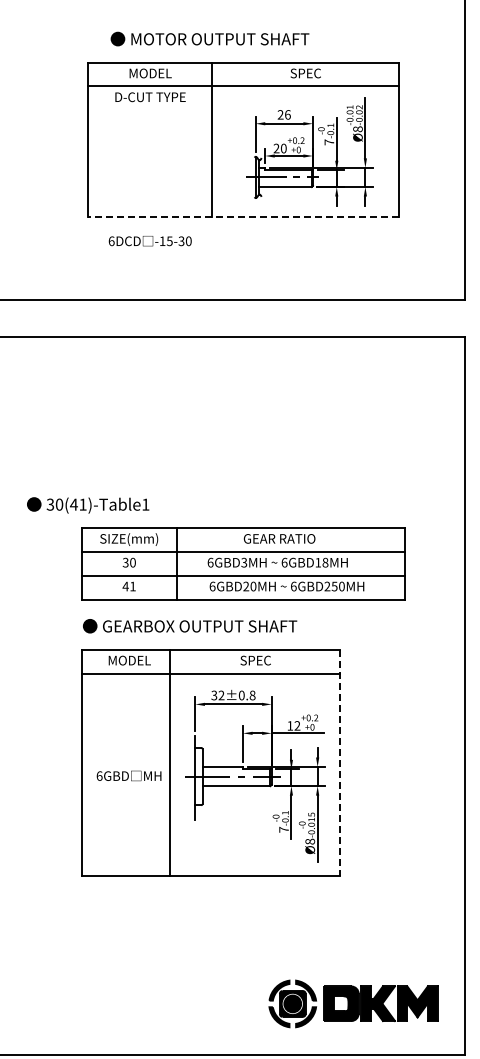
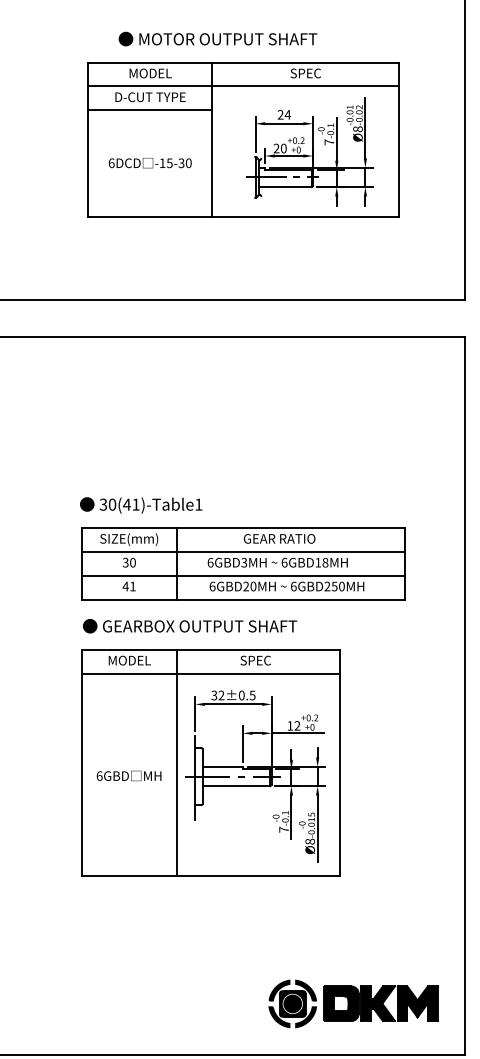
text at (209, 38) position: (209, 38) -> (217, 38)
line at (150, 110): none -> present
text at (287, 114): 26 -> 24
line at (243, 217): dashed -> solid
text at (149, 241) position: (149, 241) -> (149, 163)
text at (88, 505) position: (88, 505) -> (141, 505)
text at (252, 695): 32±0.8 -> 32±0.5
line at (170, 762) position: (170, 762) -> (177, 762)
line at (340, 763): dashed -> solid
